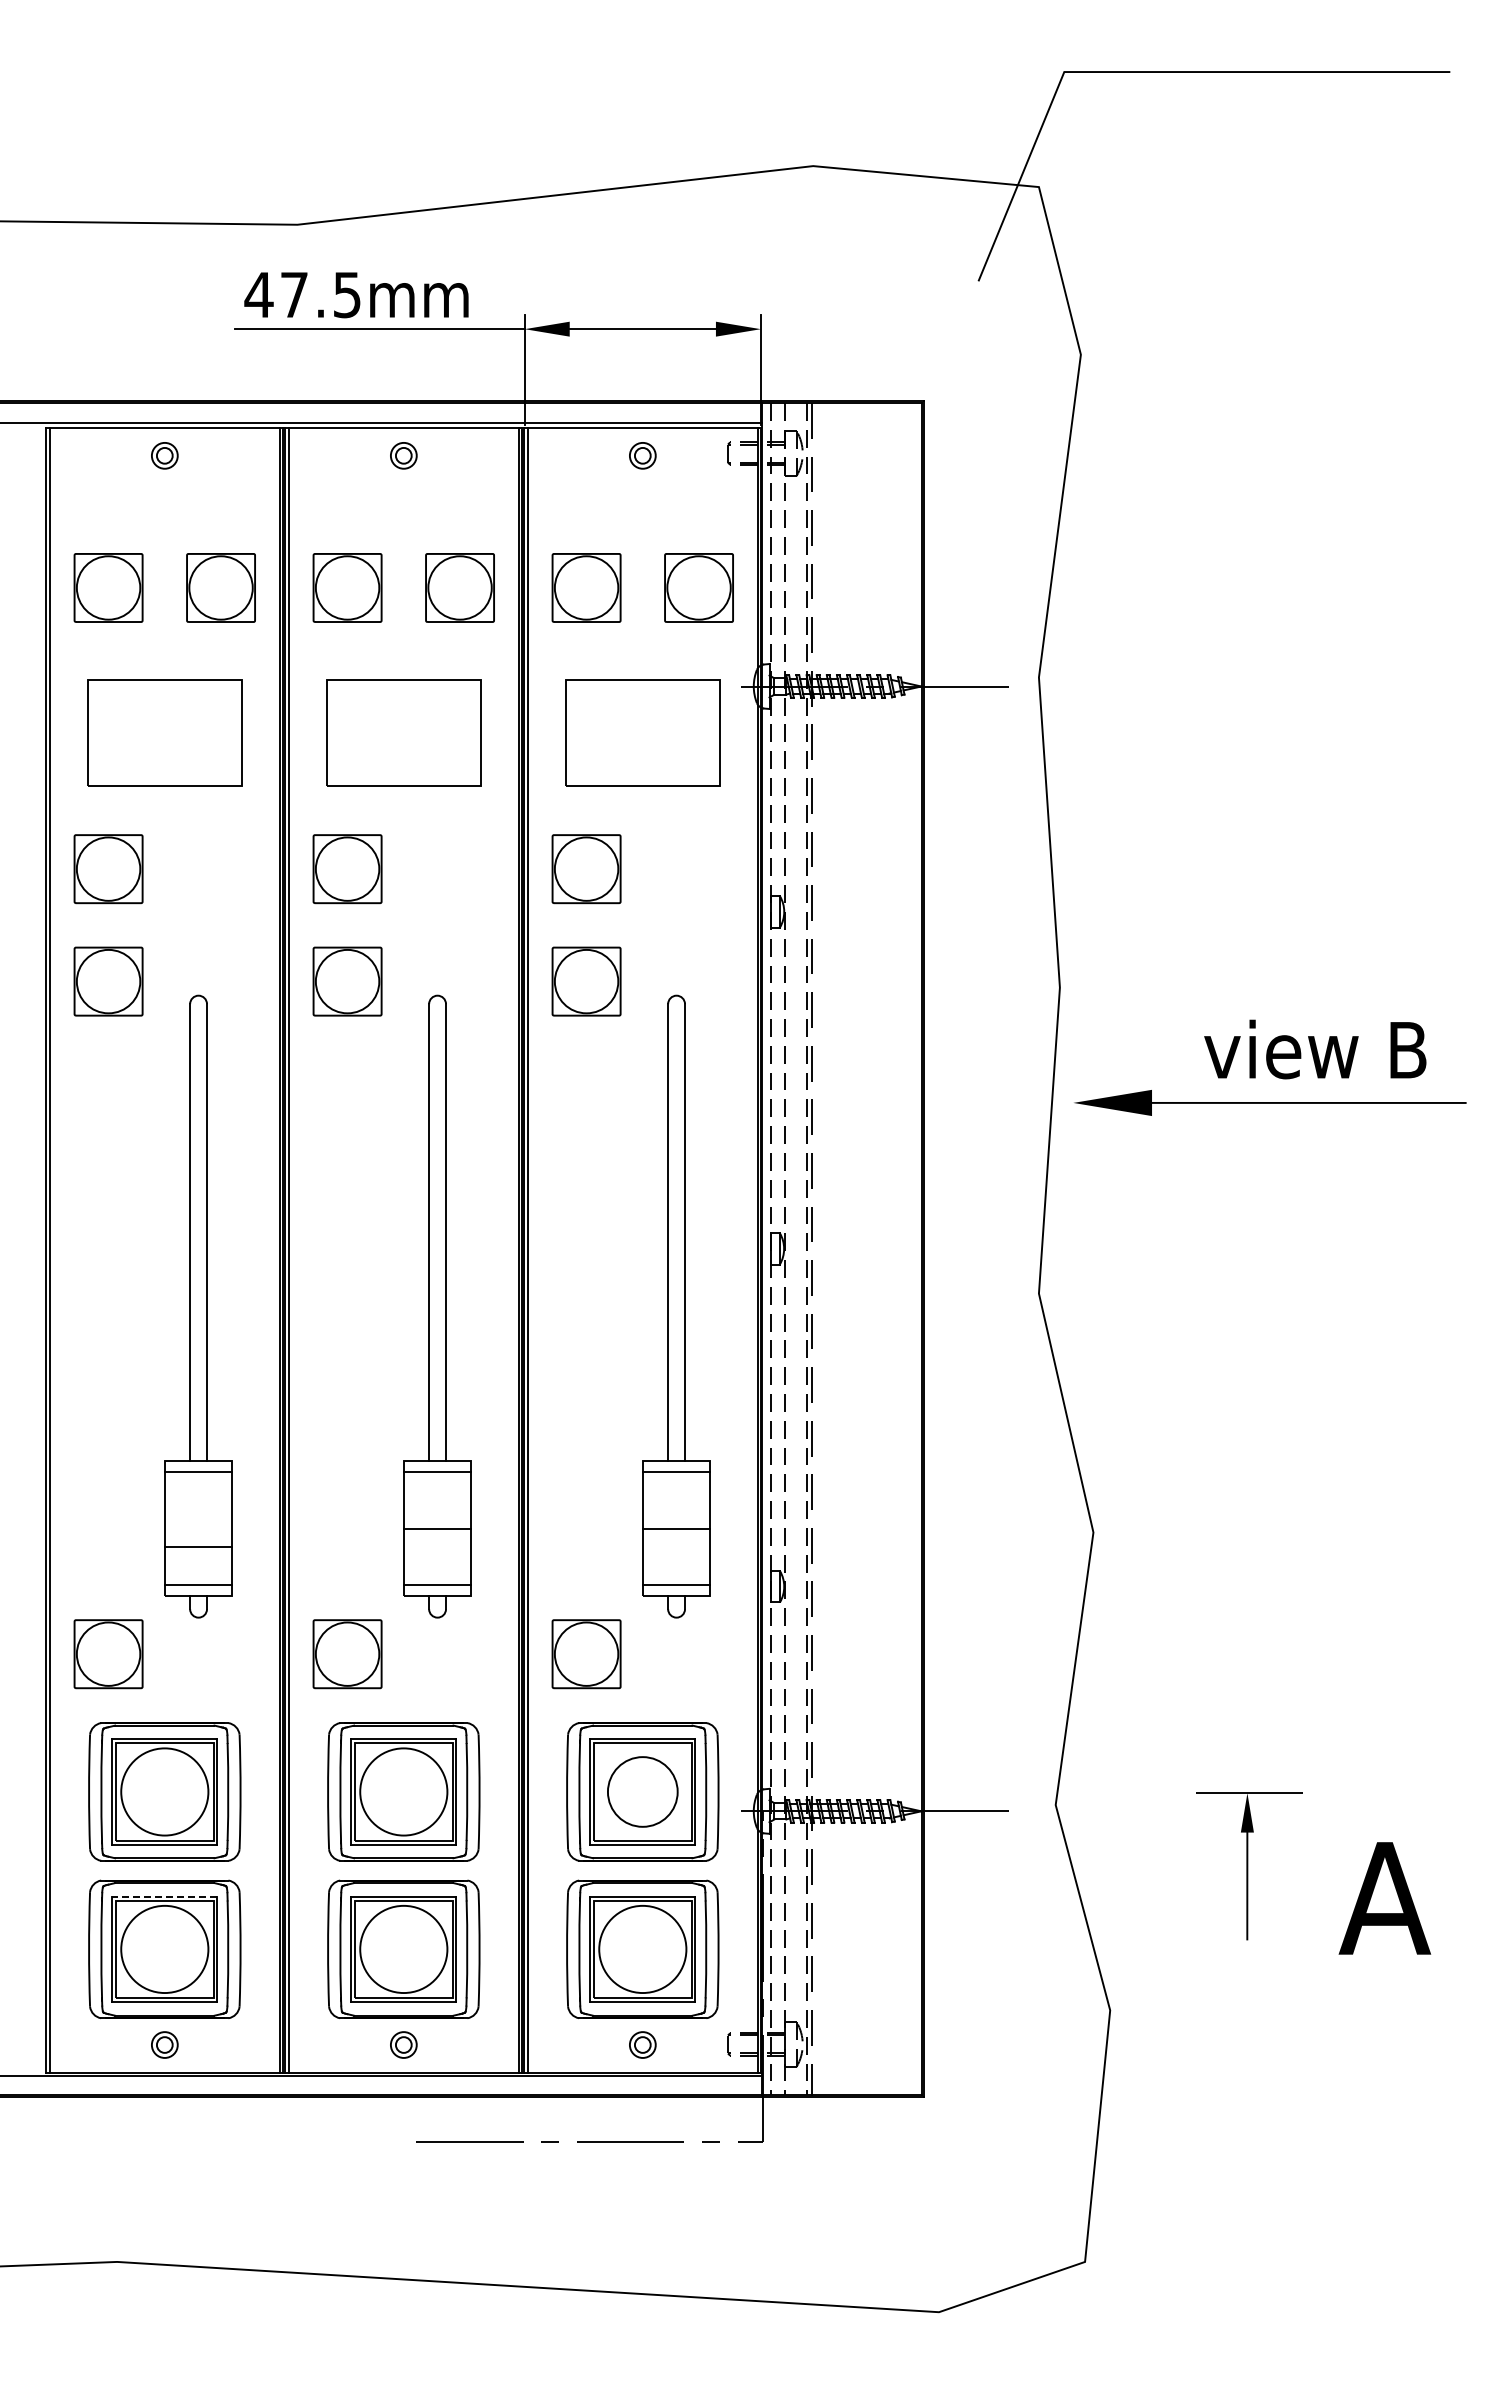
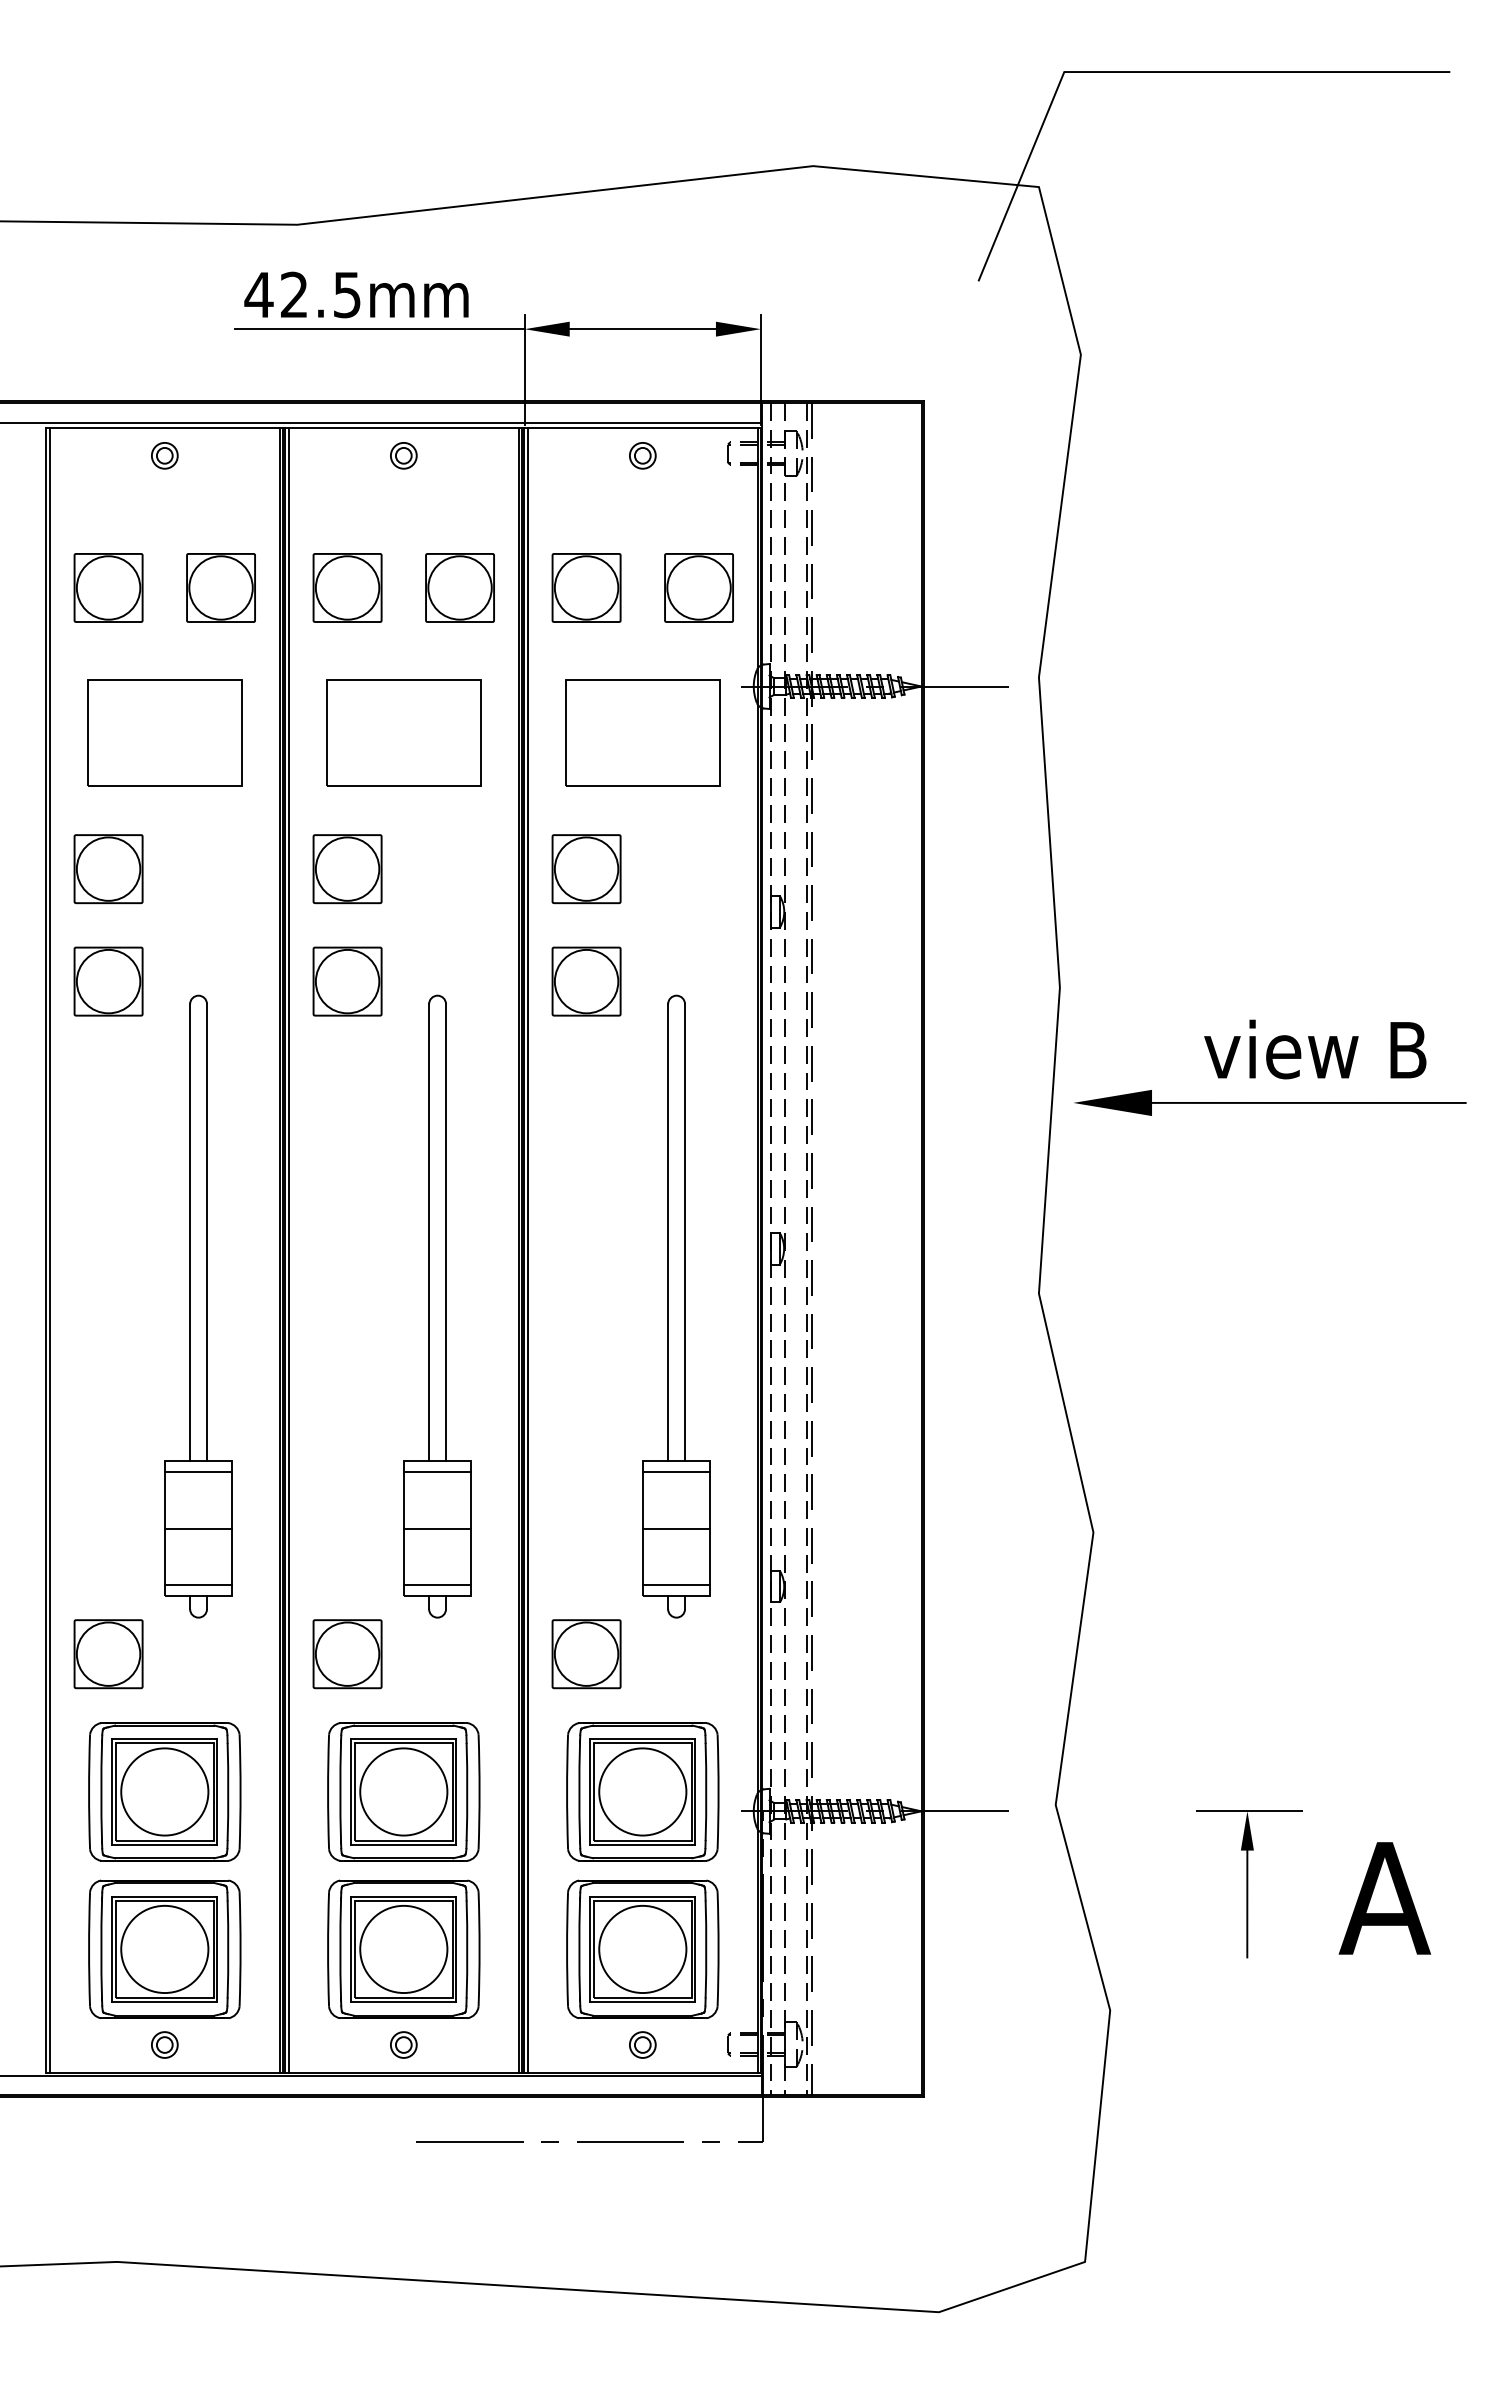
text at (294, 294): 47.5mm -> 42.5mm
line at (198, 1546) position: (198, 1546) -> (198, 1528)
circle at (642, 1791) diameter: 70 px -> 87 px
part at (1249, 1866) position: (1249, 1866) -> (1249, 1884)
line at (164, 1896): dashed -> solid
